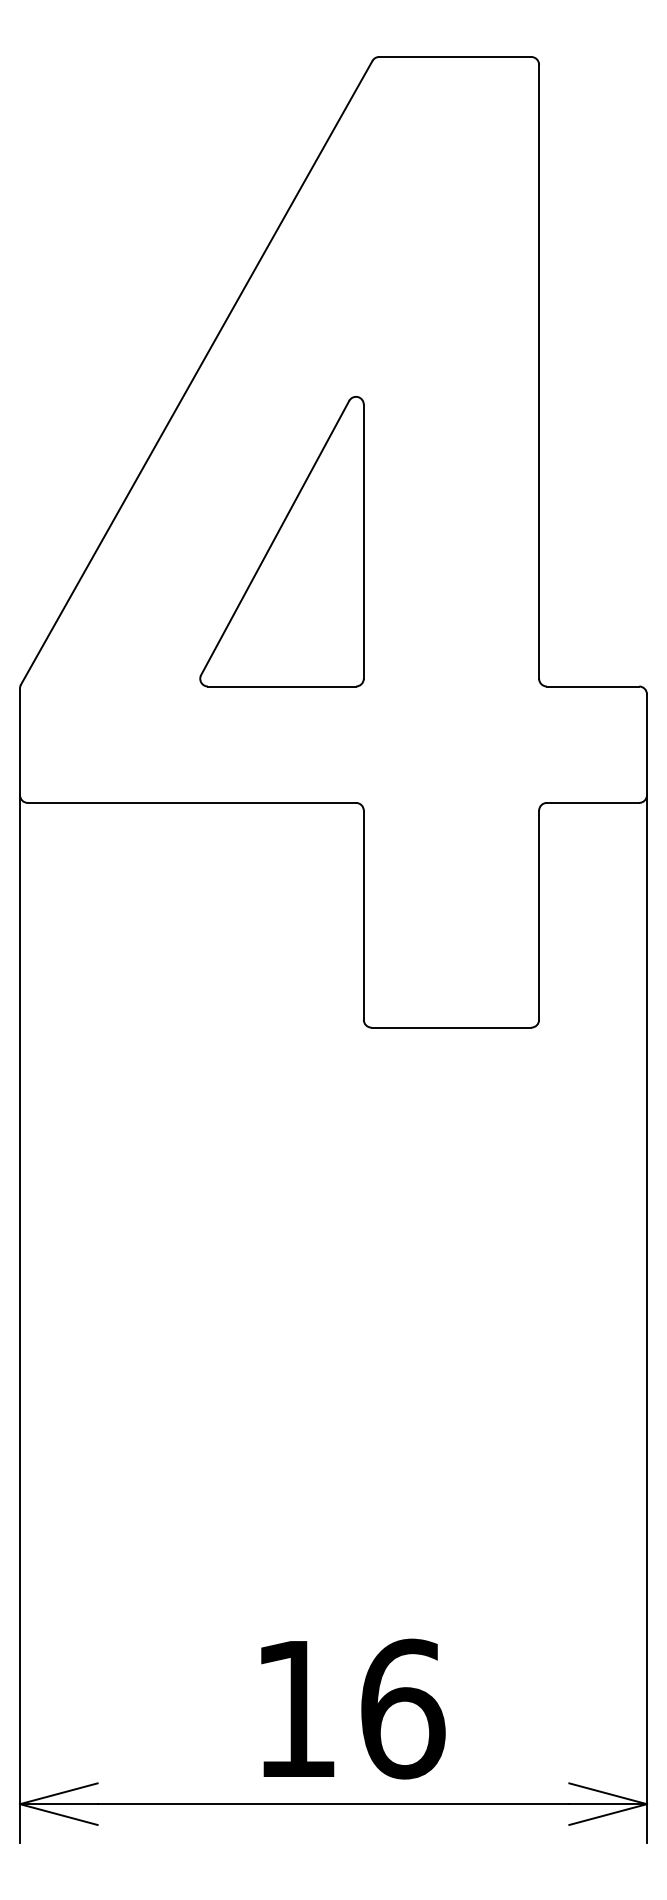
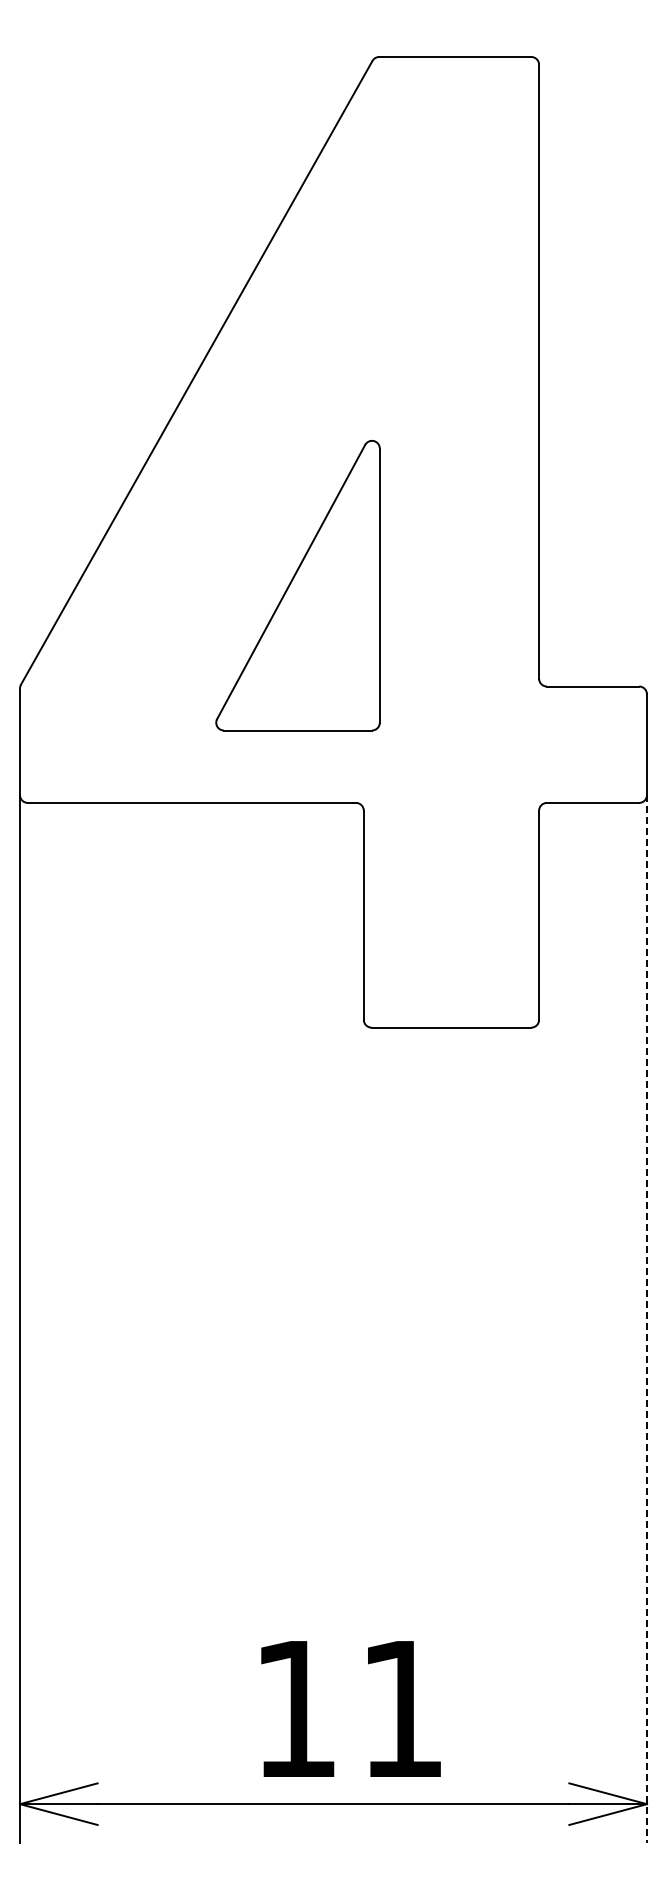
part at (281, 541) position: (281, 541) -> (297, 585)
line at (646, 1319): solid -> dashed
text at (403, 1708): 16 -> 11
